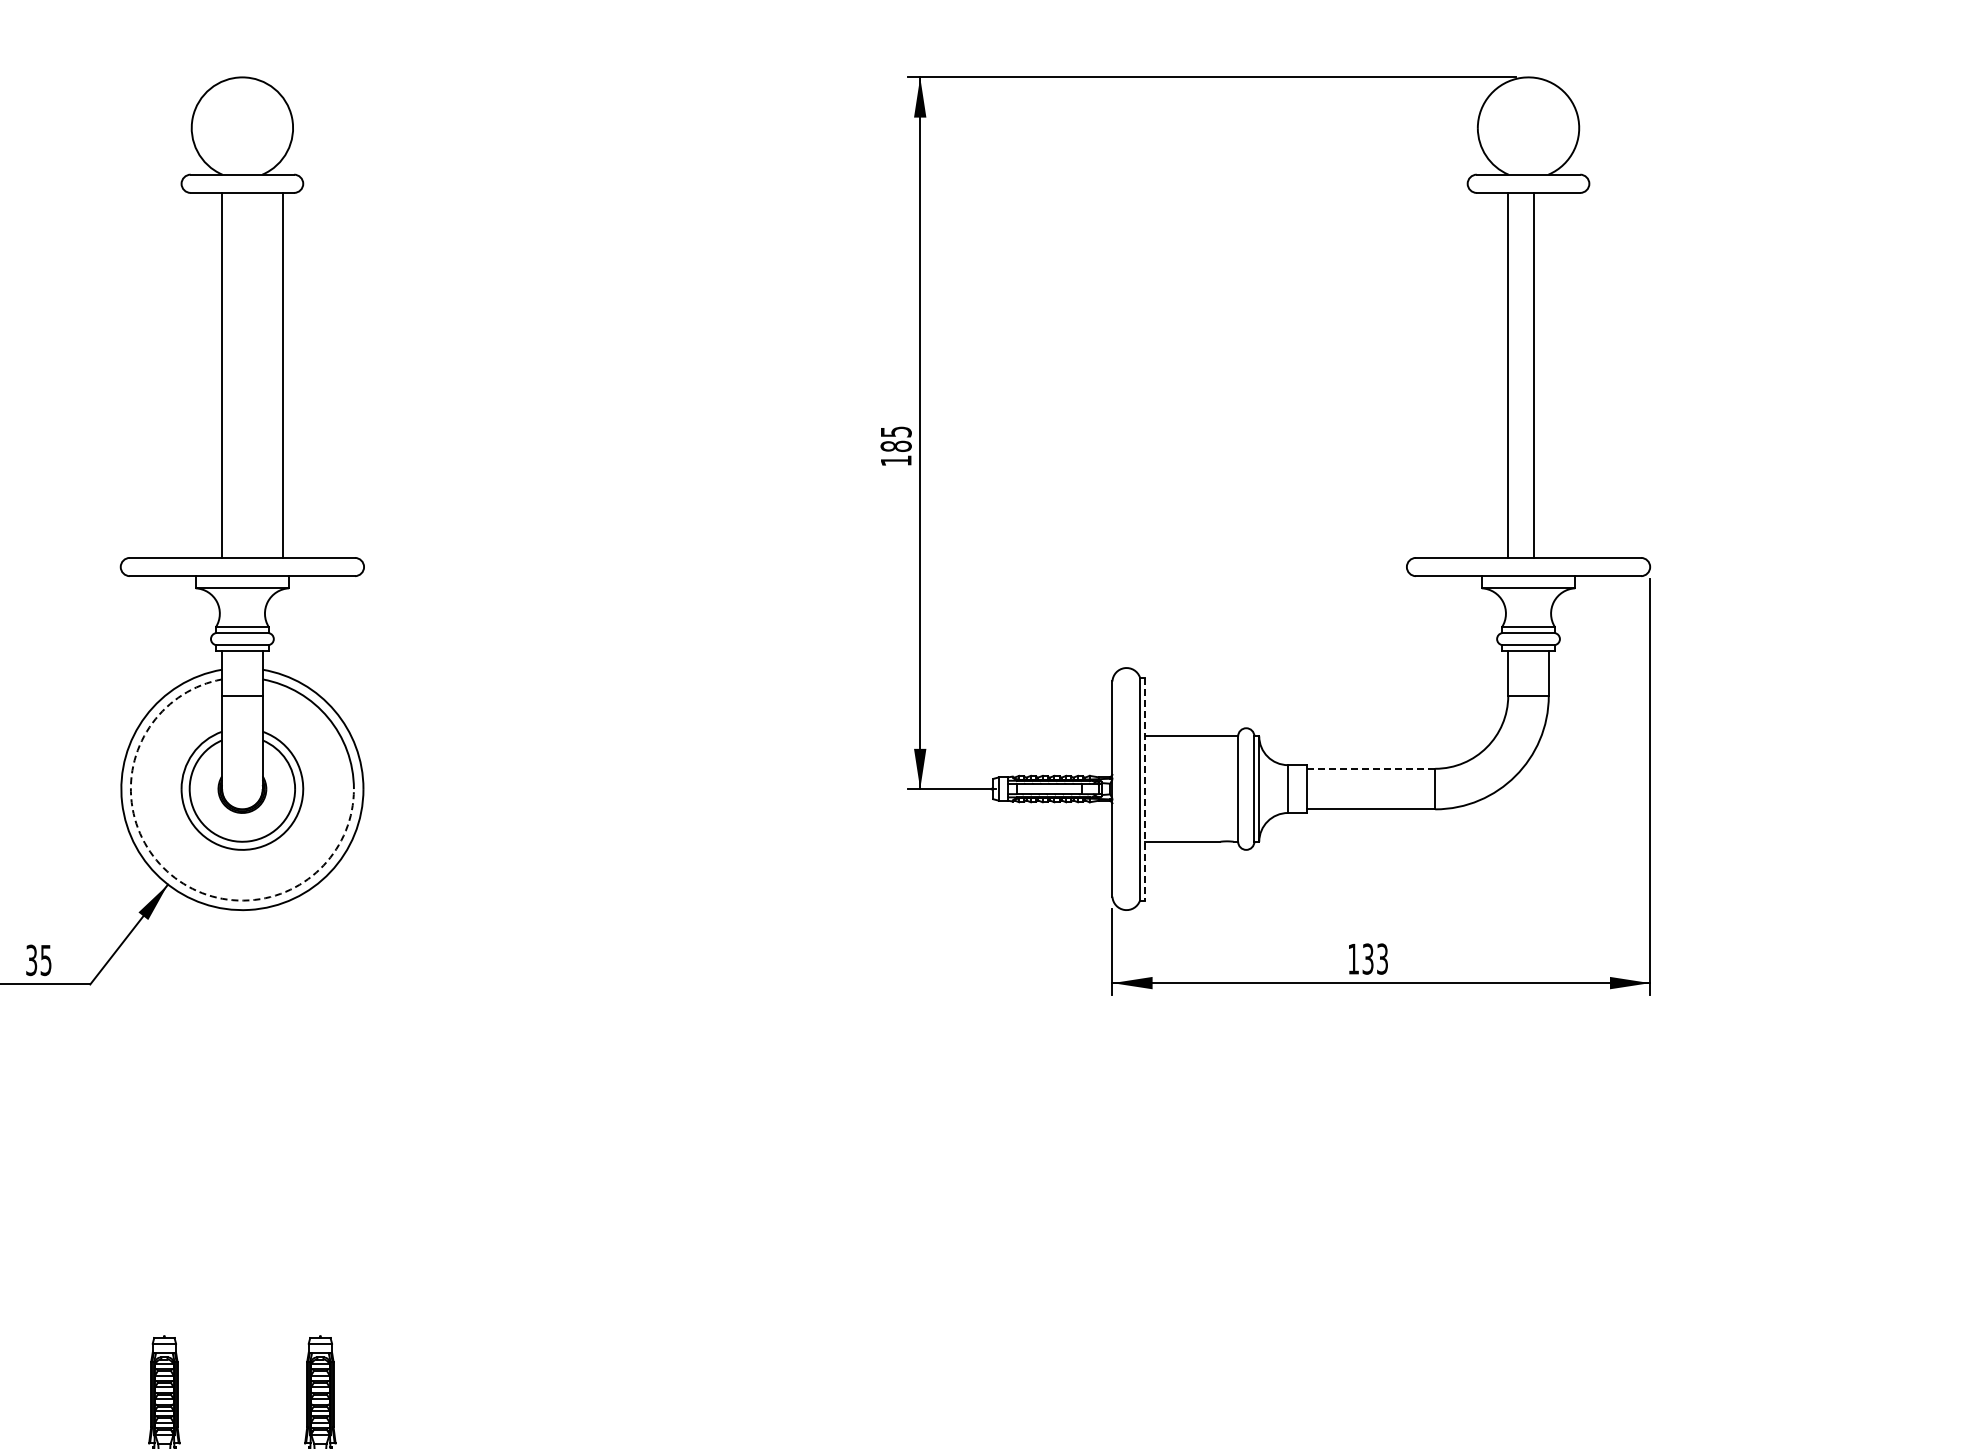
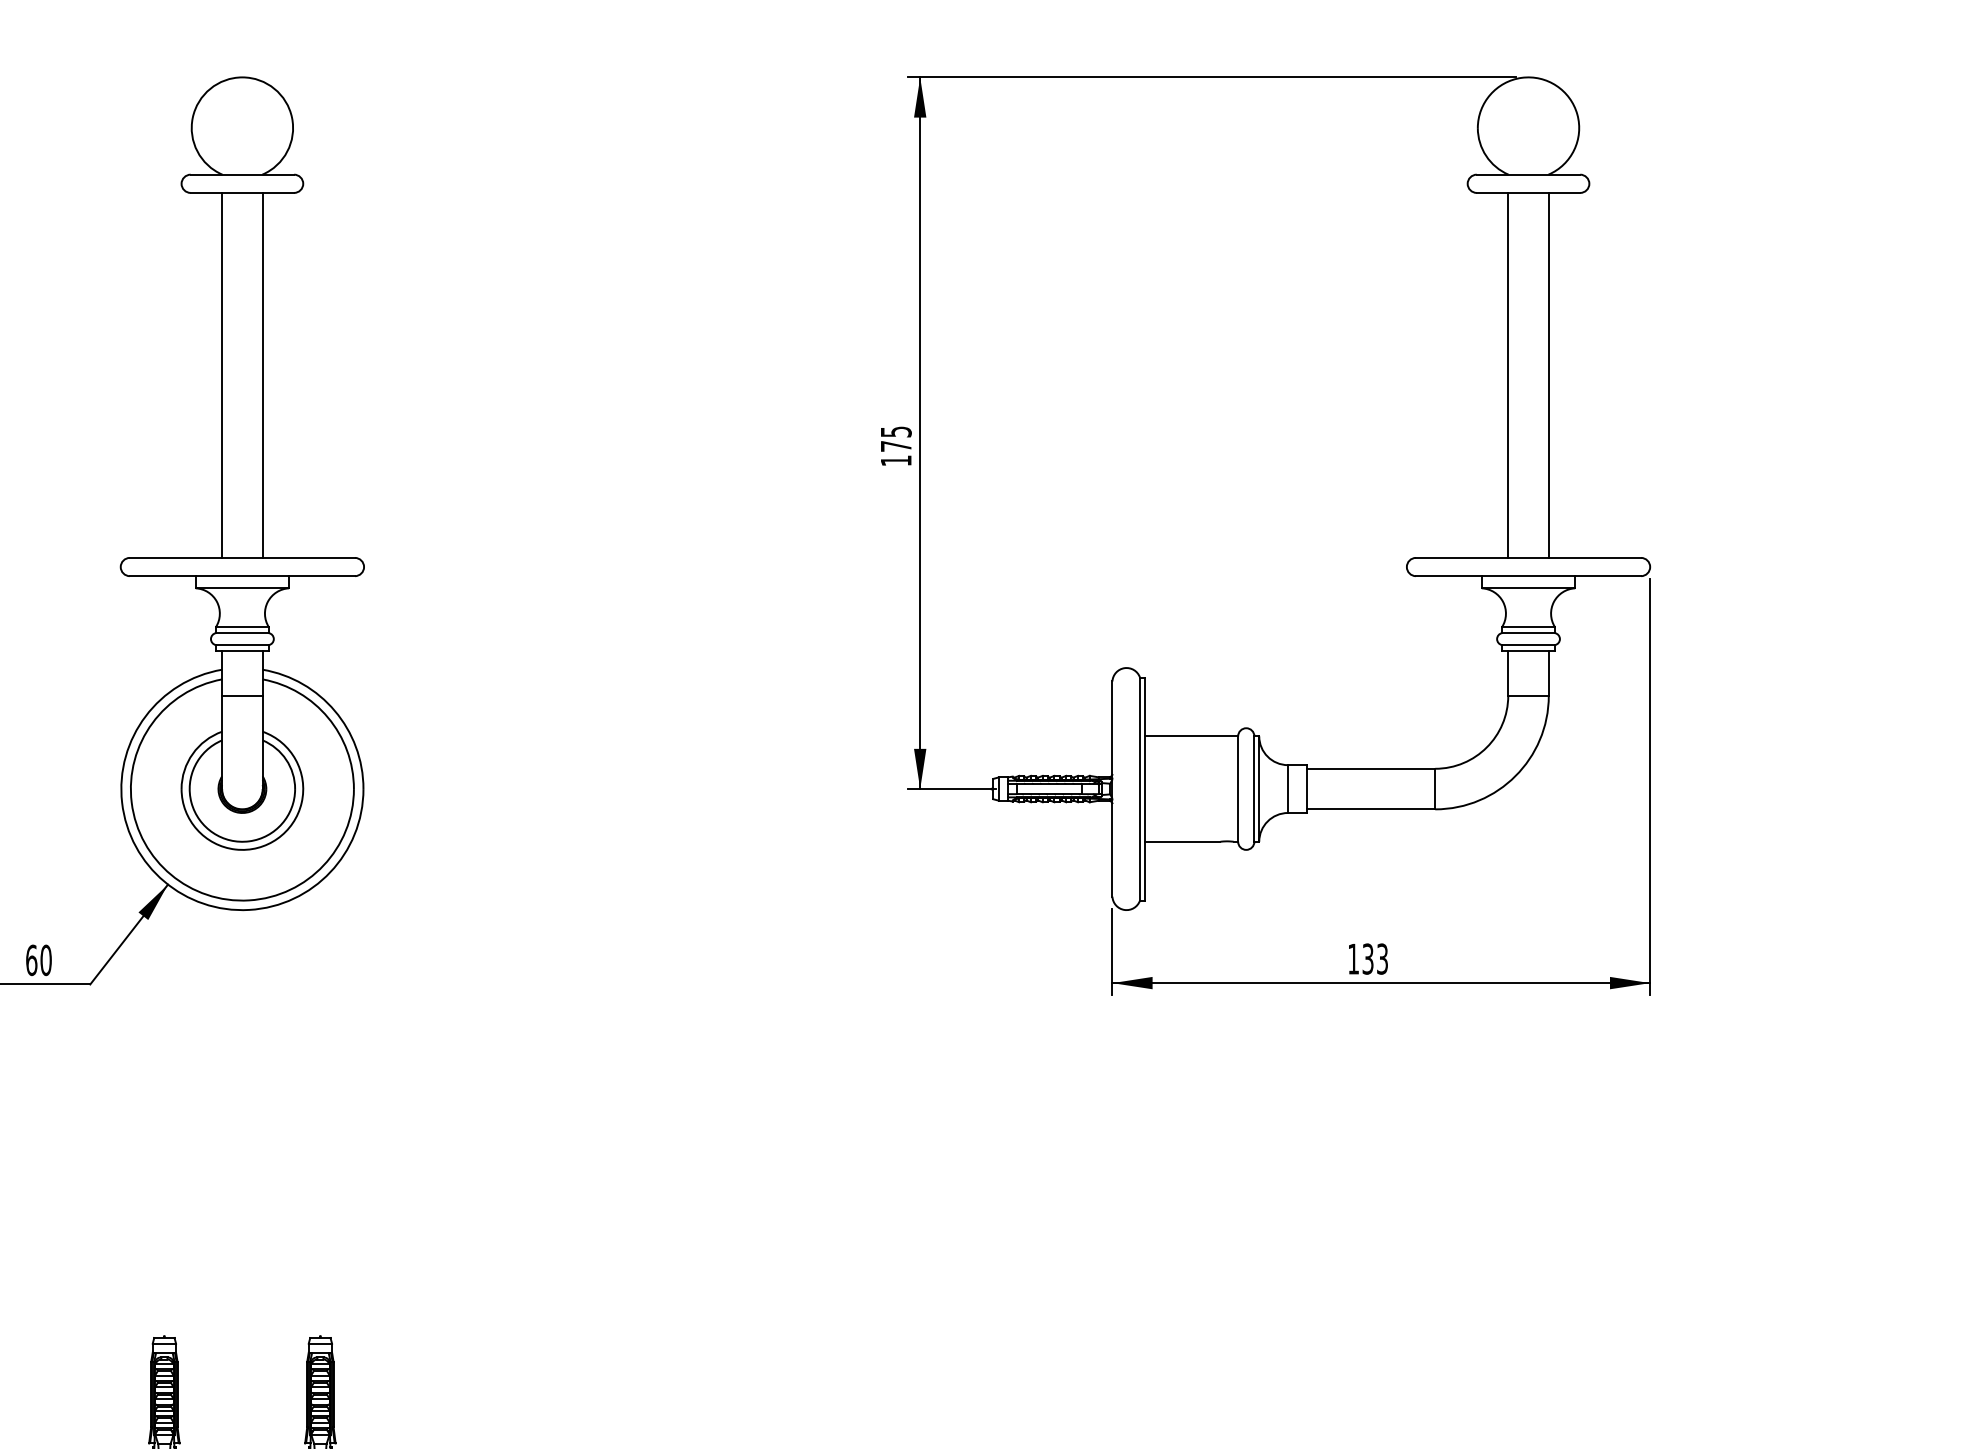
line at (282, 374) position: (282, 374) -> (262, 374)
line at (1533, 374) position: (1533, 374) -> (1548, 374)
text at (895, 445): 185 -> 175
line at (1370, 768): dashed -> solid
line at (1144, 789): dashed -> solid
arc at (171, 874): dashed -> solid
text at (38, 960): 35 -> 60
